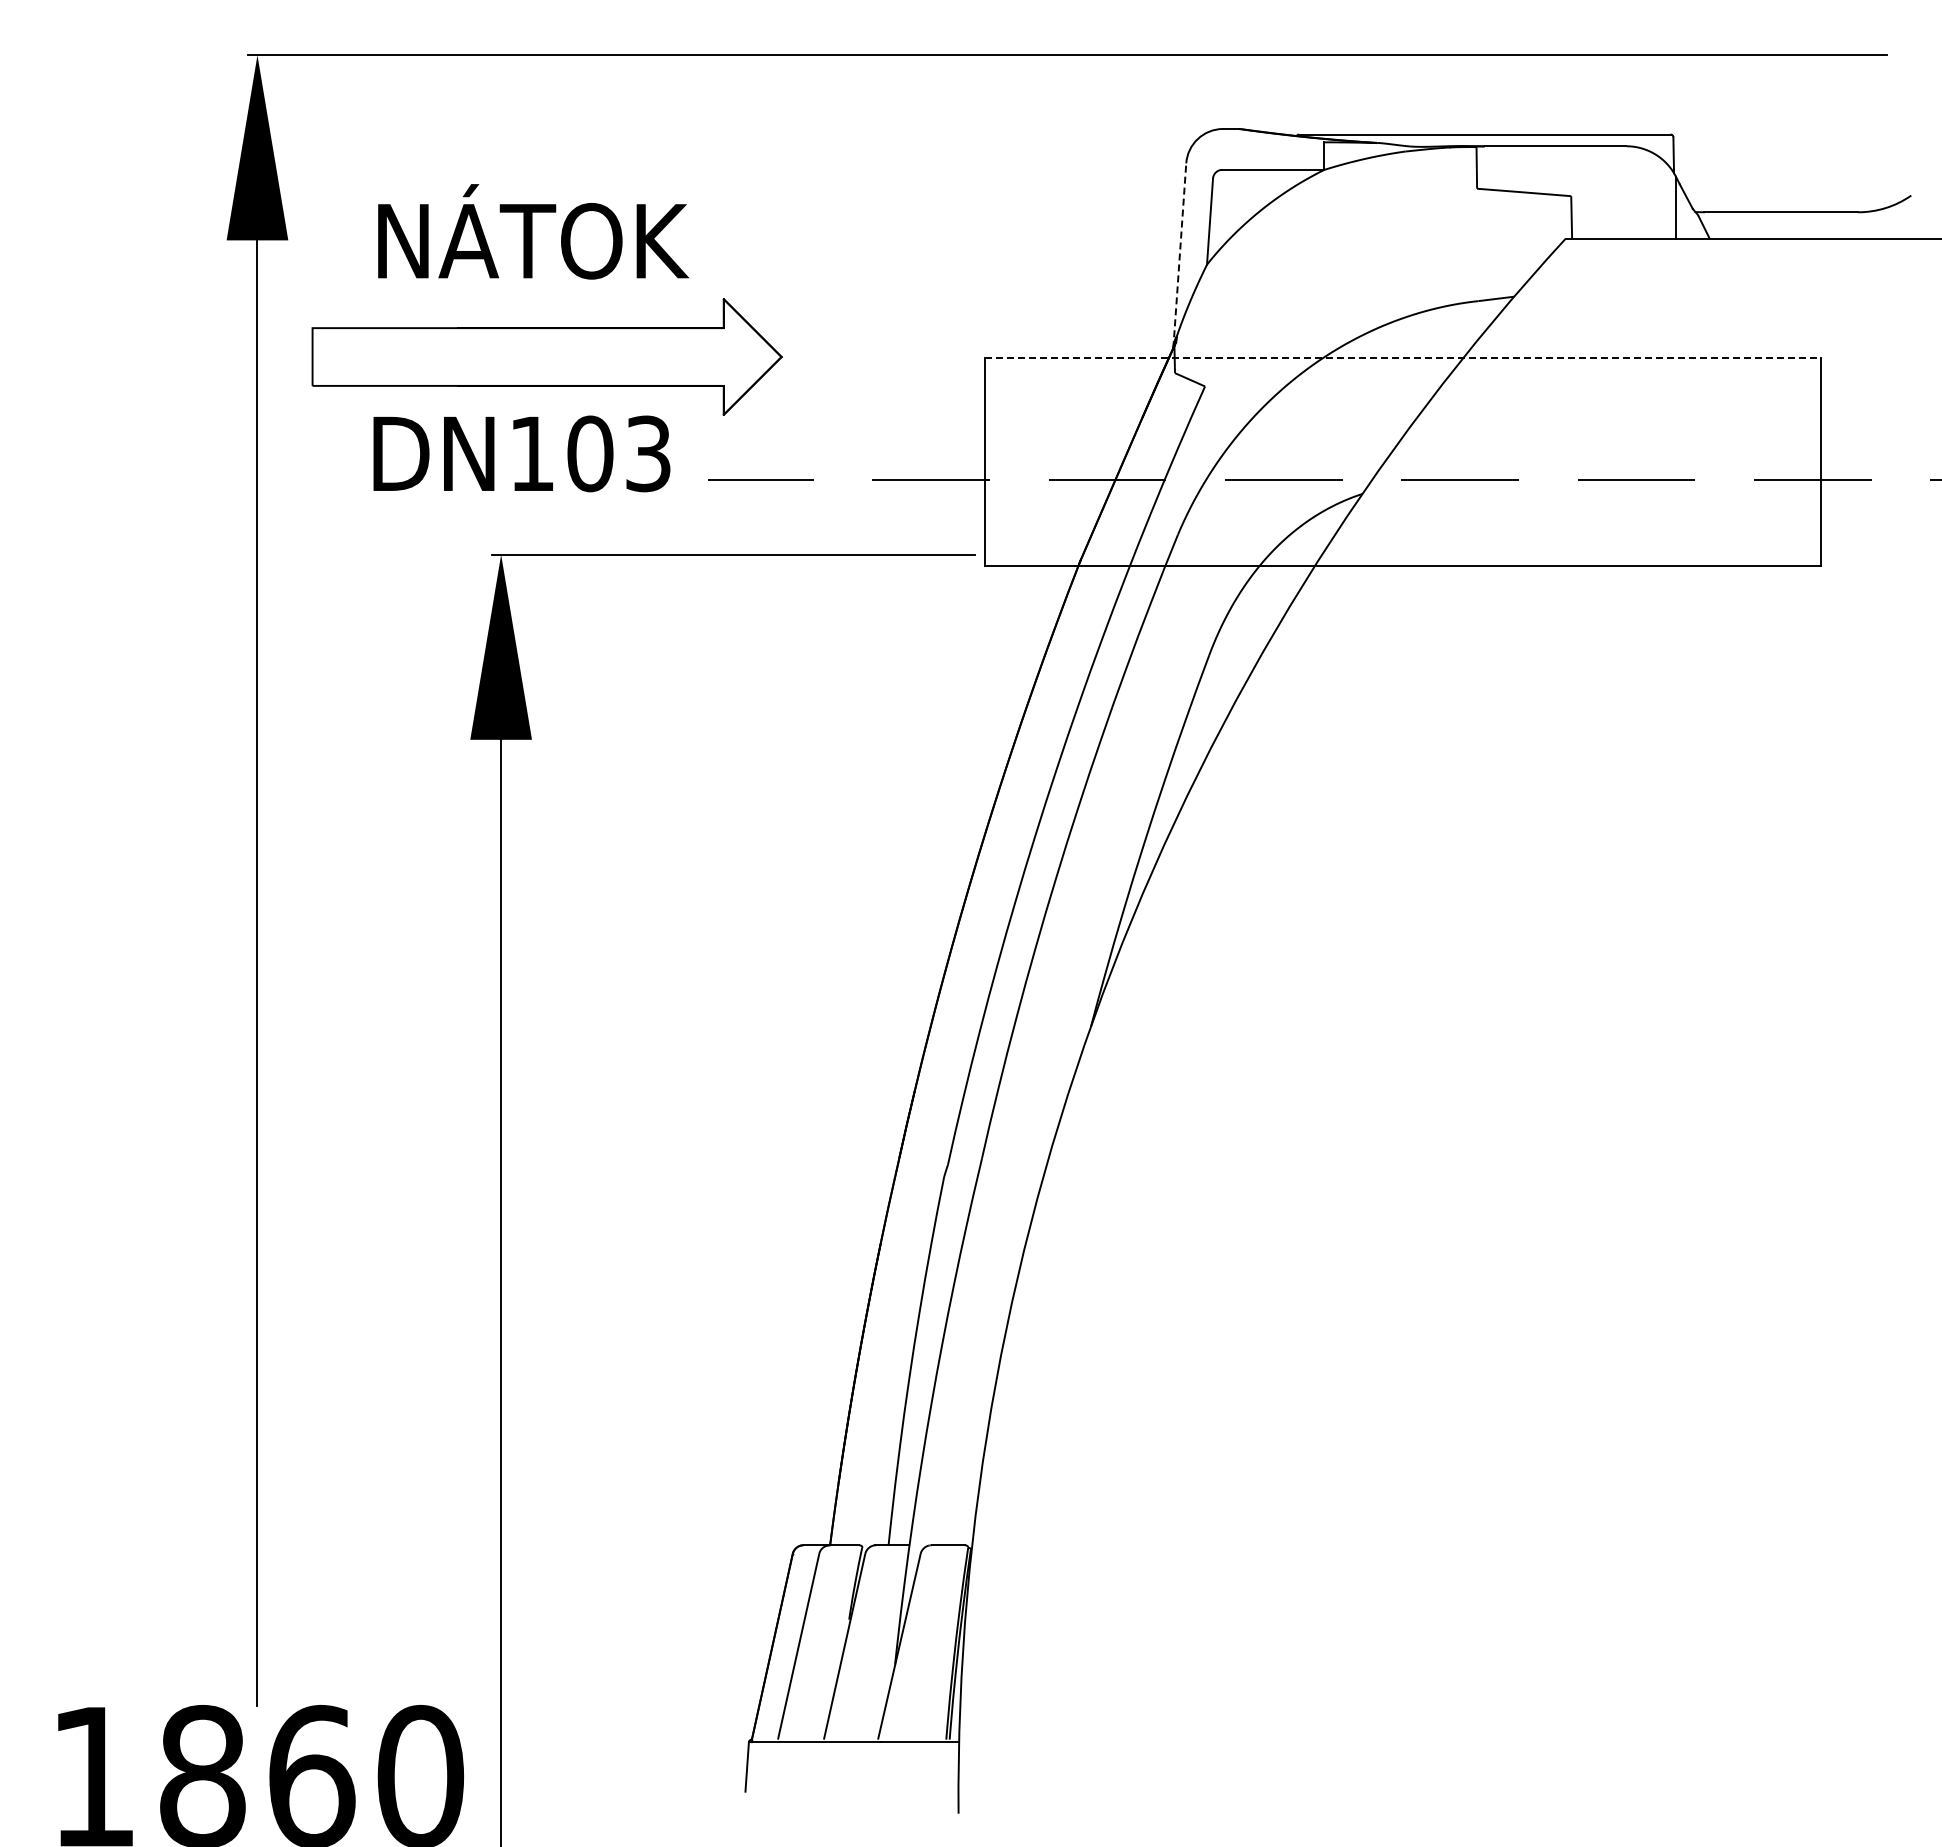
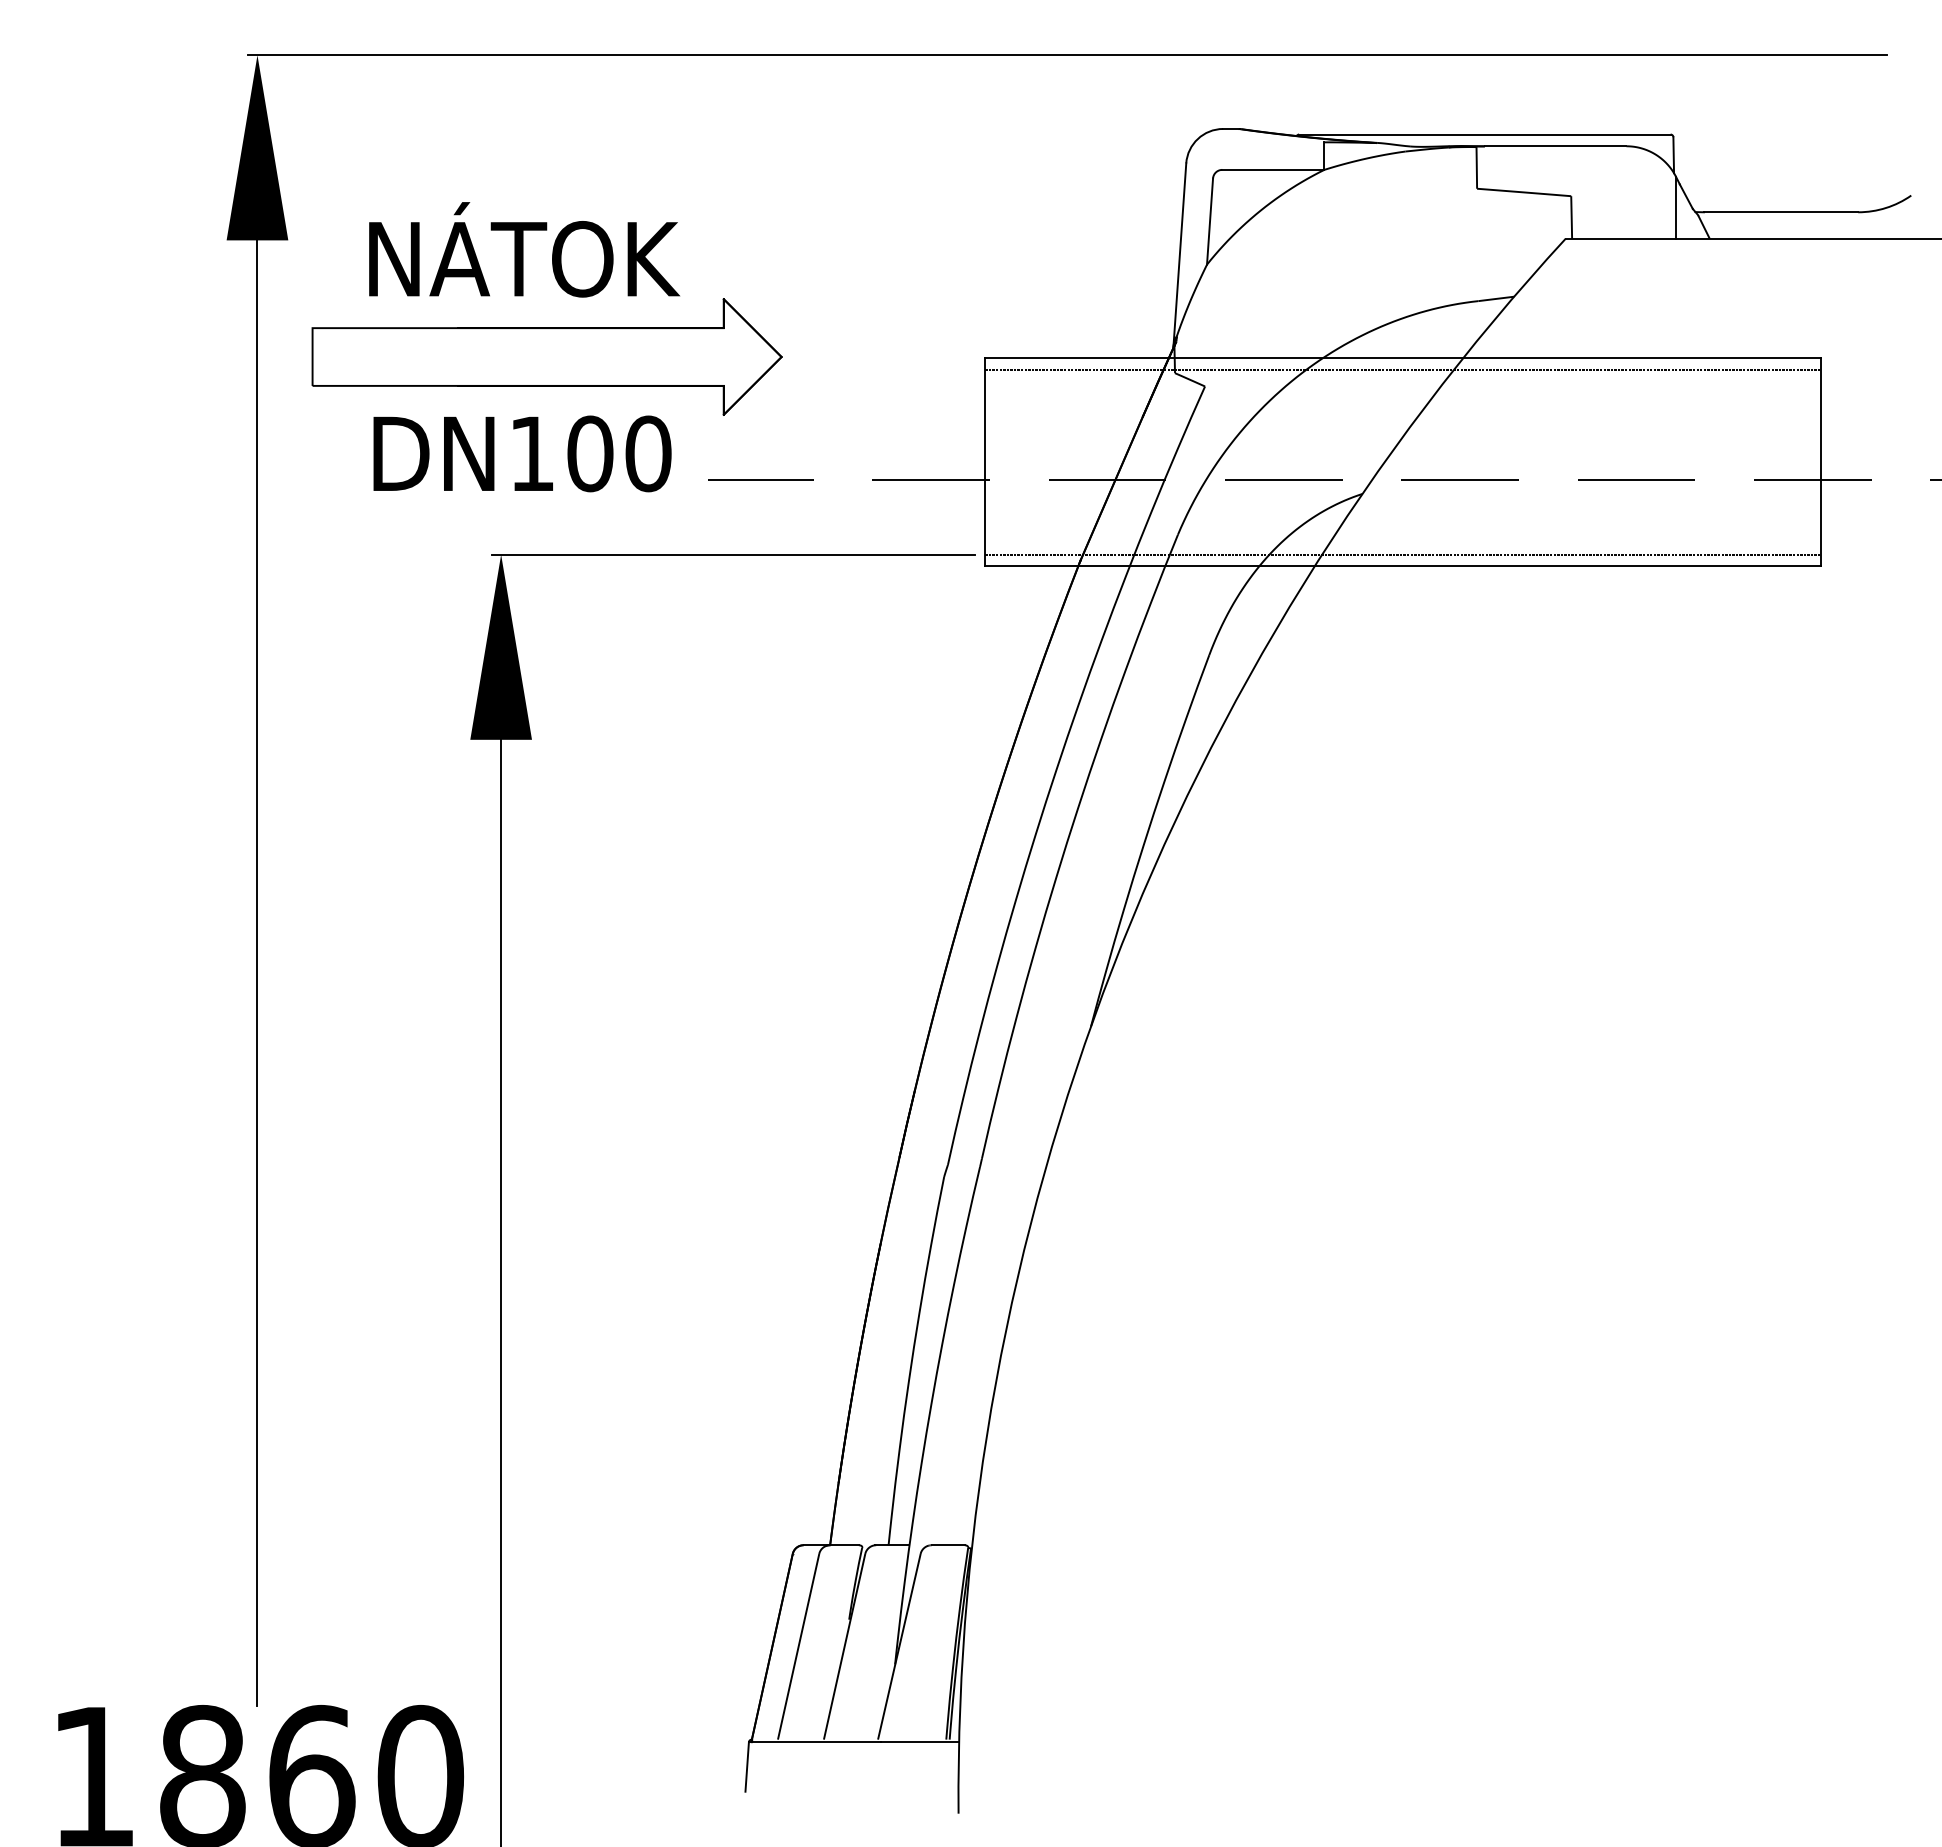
text at (533, 231) position: (533, 231) -> (524, 249)
line at (1179, 255): dashed -> solid
line at (1403, 358): dashed -> solid
line at (1402, 369): none -> present
text at (648, 453): DN103 -> DN100
line at (1402, 554): none -> present
